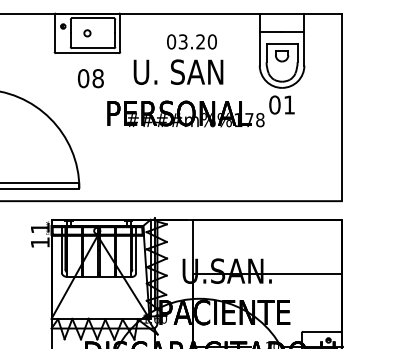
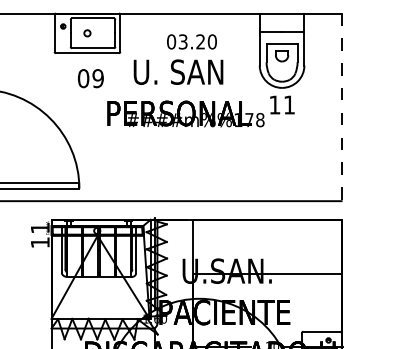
text at (97, 78): 08 -> 09
text at (274, 104): 01 -> 11
line at (341, 107): solid -> dashed
